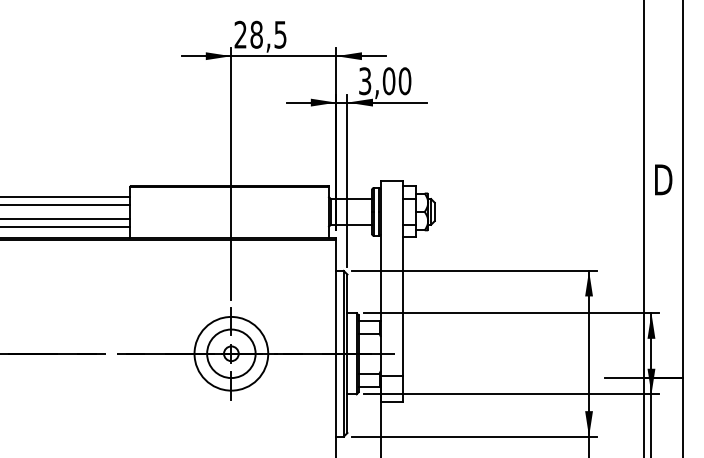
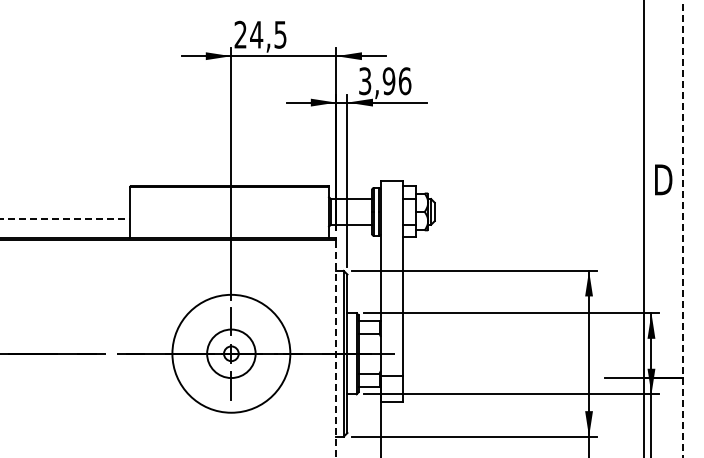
text at (256, 34): 28,5 -> 24,5
text at (396, 81): 3,00 -> 3,96
line at (66, 197): present -> none
line at (66, 204): present -> none
line at (65, 218): solid -> dashed
line at (66, 226): present -> none
line at (682, 229): solid -> dashed
line at (336, 348): solid -> dashed
circle at (231, 353) diameter: 74 px -> 118 px
